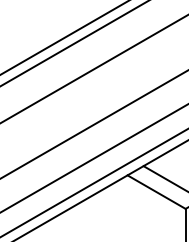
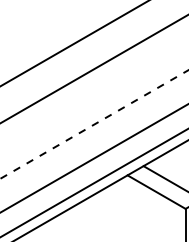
line at (64, 37): present -> none
line at (95, 124): solid -> dashed
